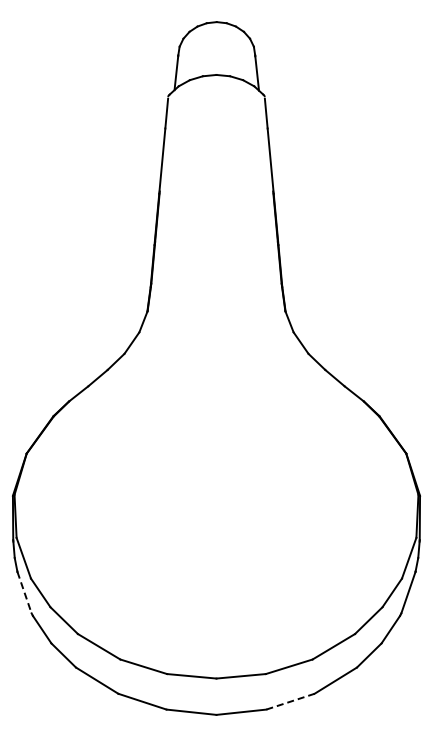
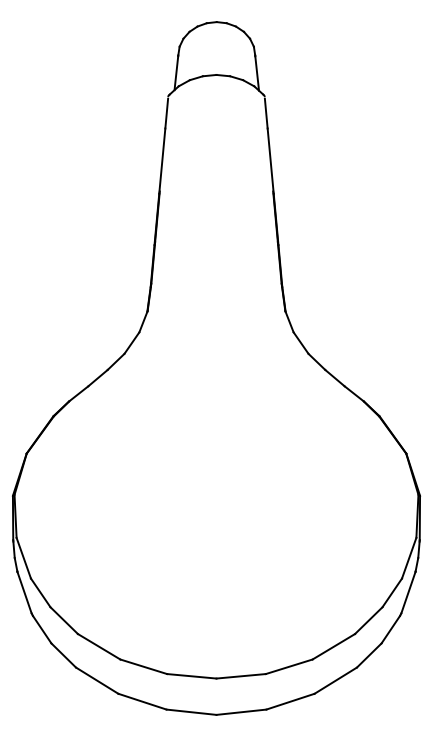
line at (24, 592): dashed -> solid
line at (290, 701): dashed -> solid
